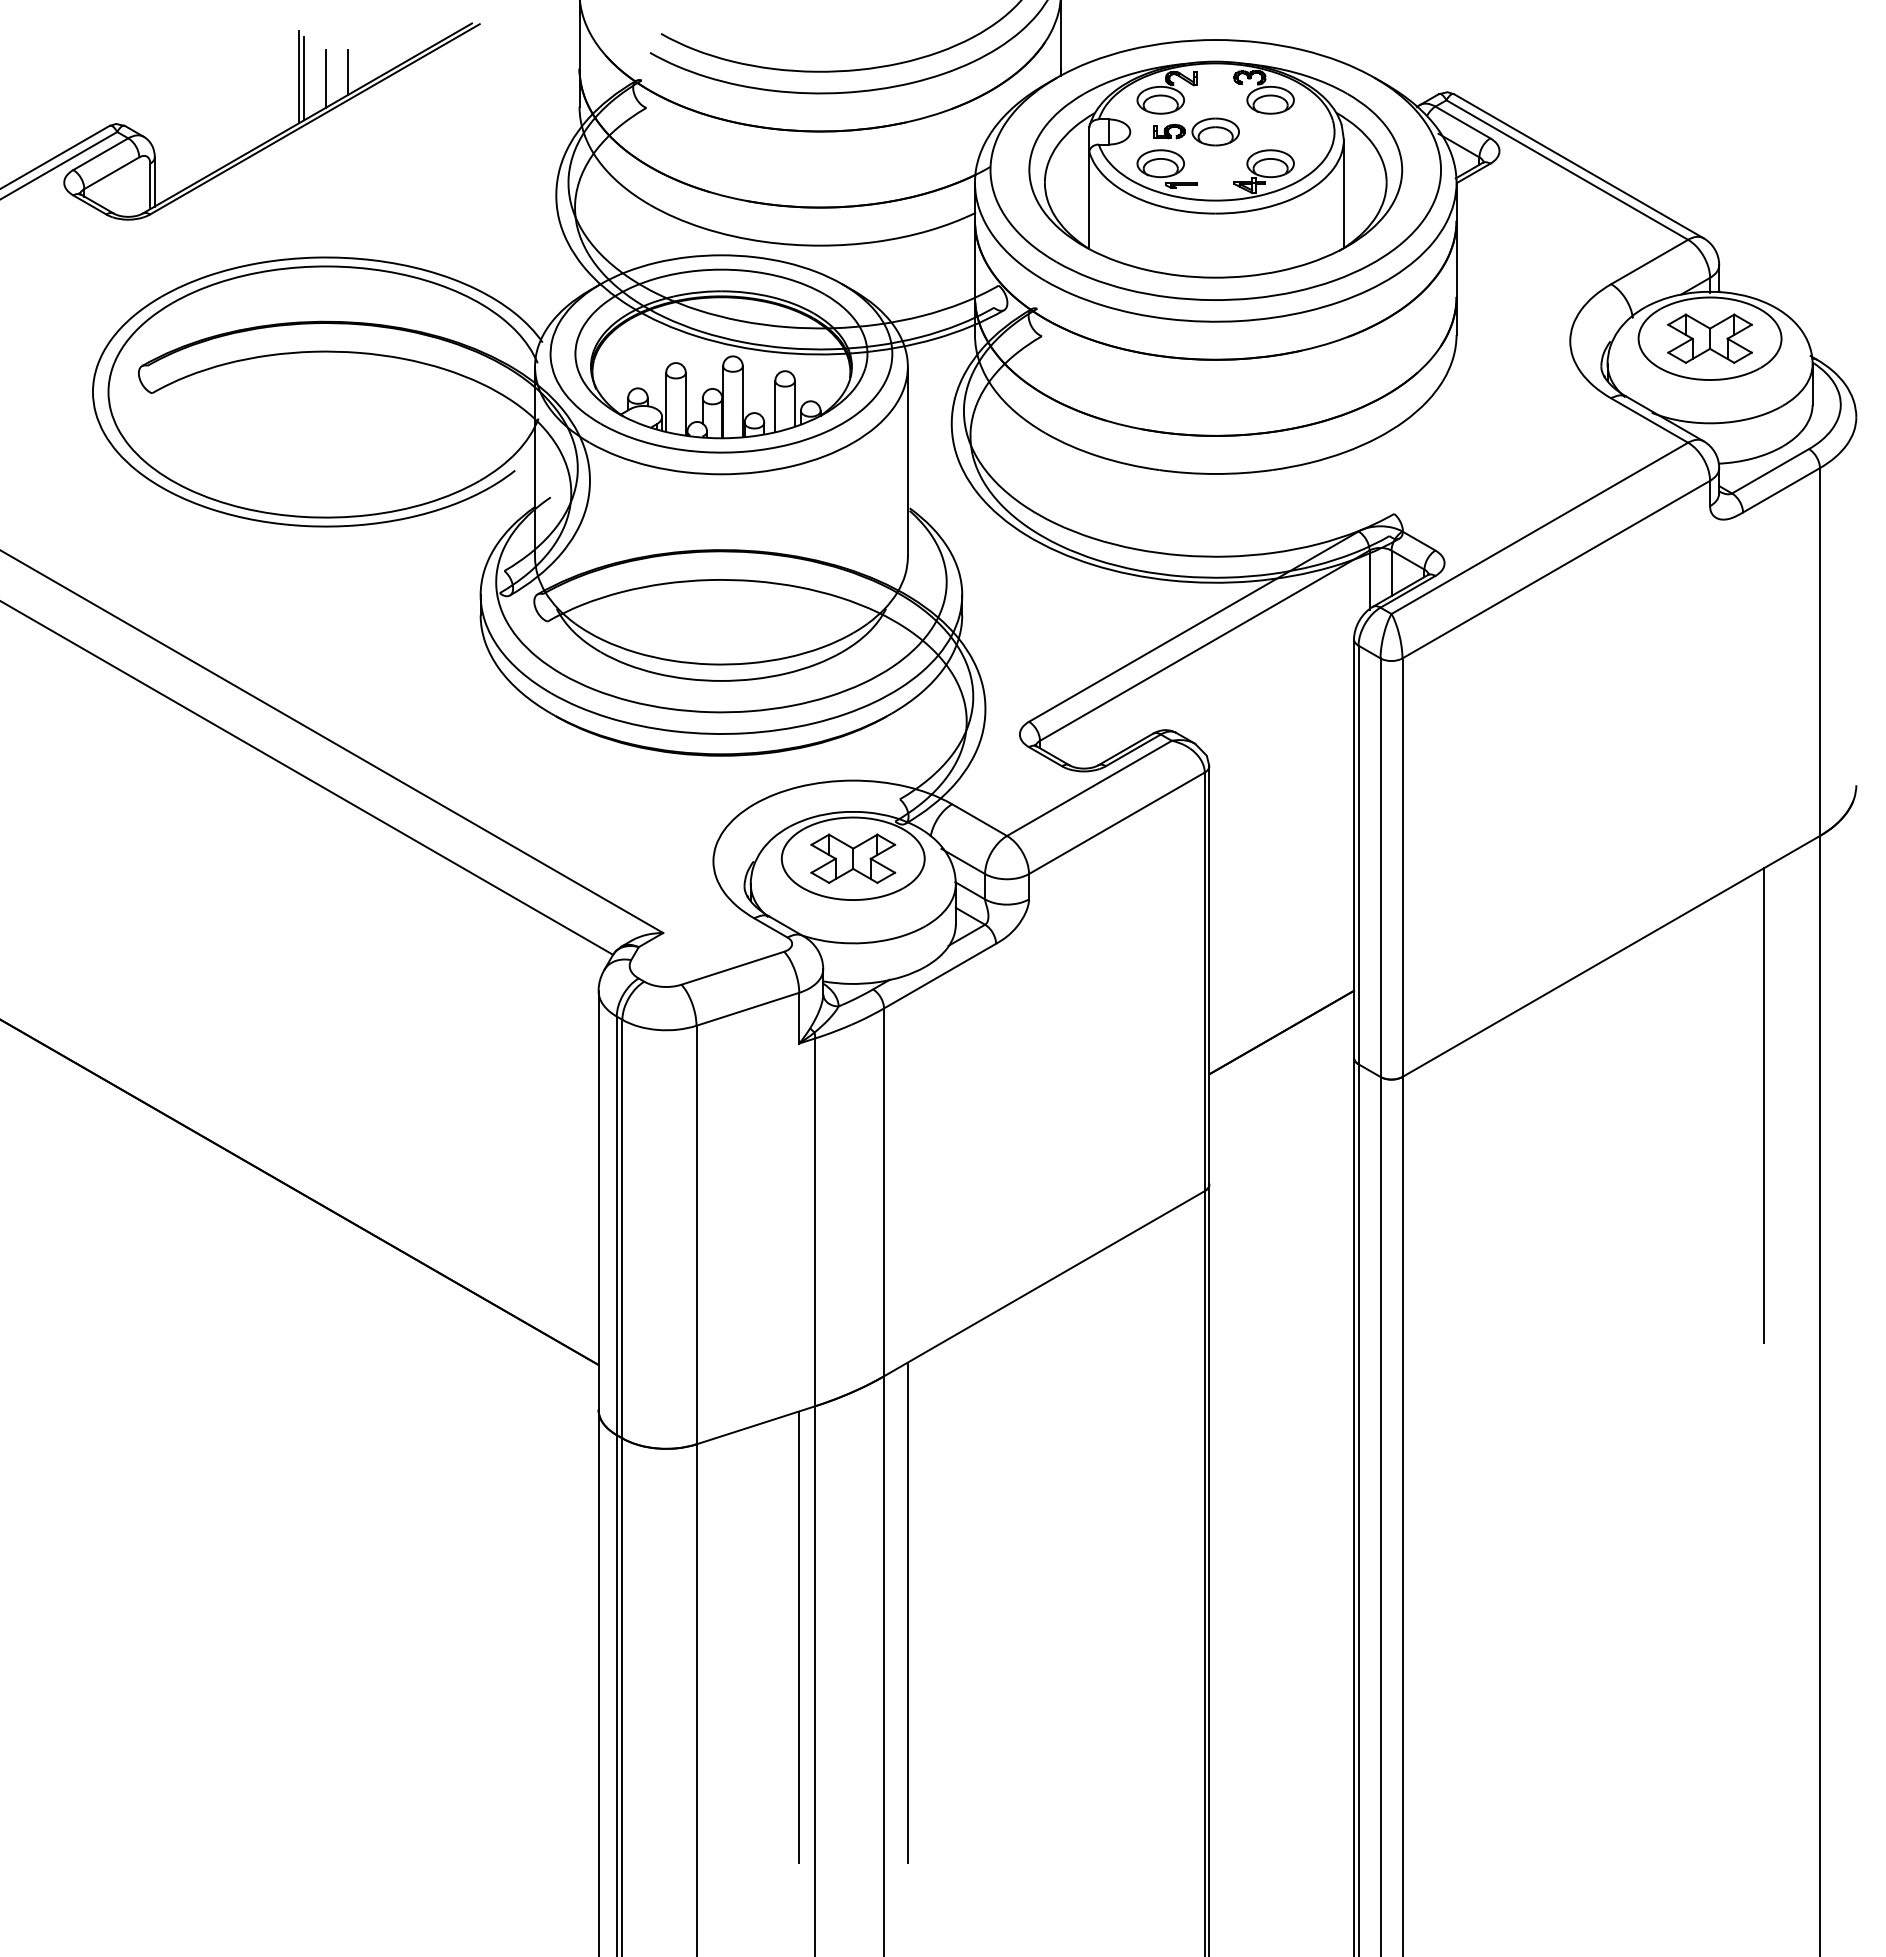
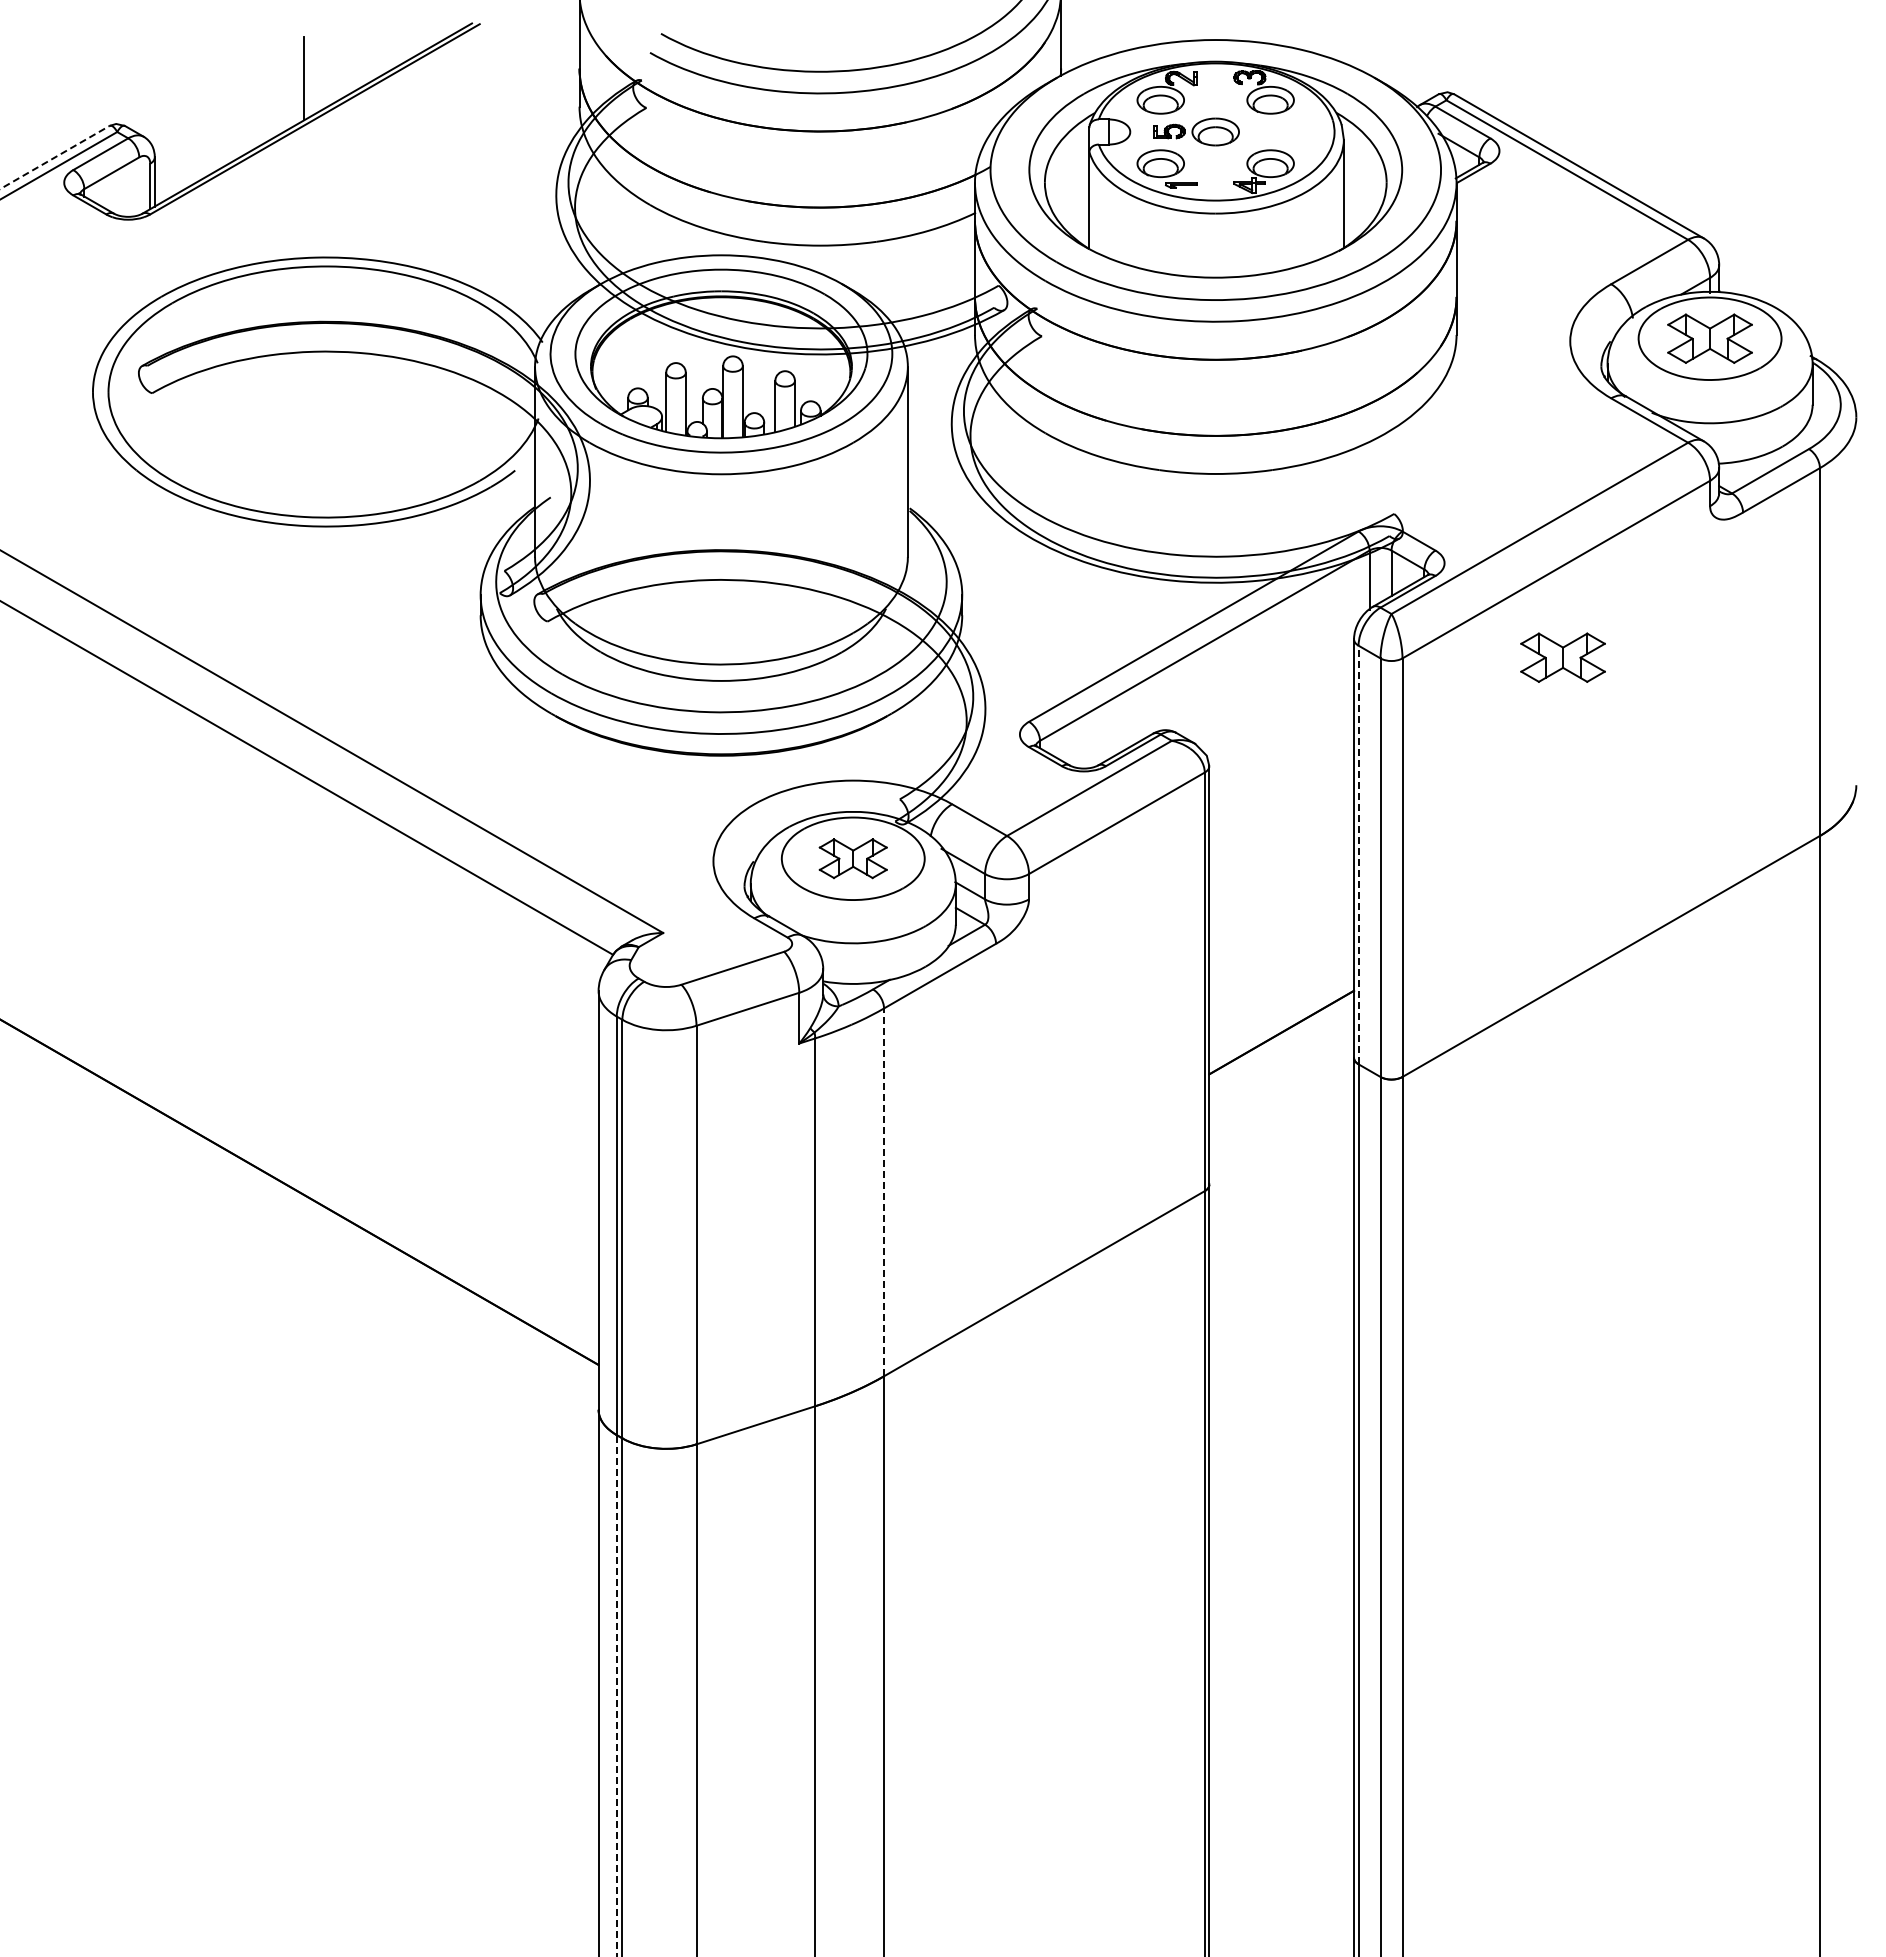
line at (347, 72): present -> none
line at (299, 76): present -> none
line at (326, 78): present -> none
line at (55, 157): solid -> dashed
part at (1562, 657): none -> present
line at (1358, 854): solid -> dashed
part at (853, 858) size: 87x51 px -> 70x42 px
line at (1764, 1105): present -> none
line at (884, 1192): solid -> dashed
line at (907, 1612): present -> none
line at (798, 1637): present -> none
line at (616, 1695): solid -> dashed
